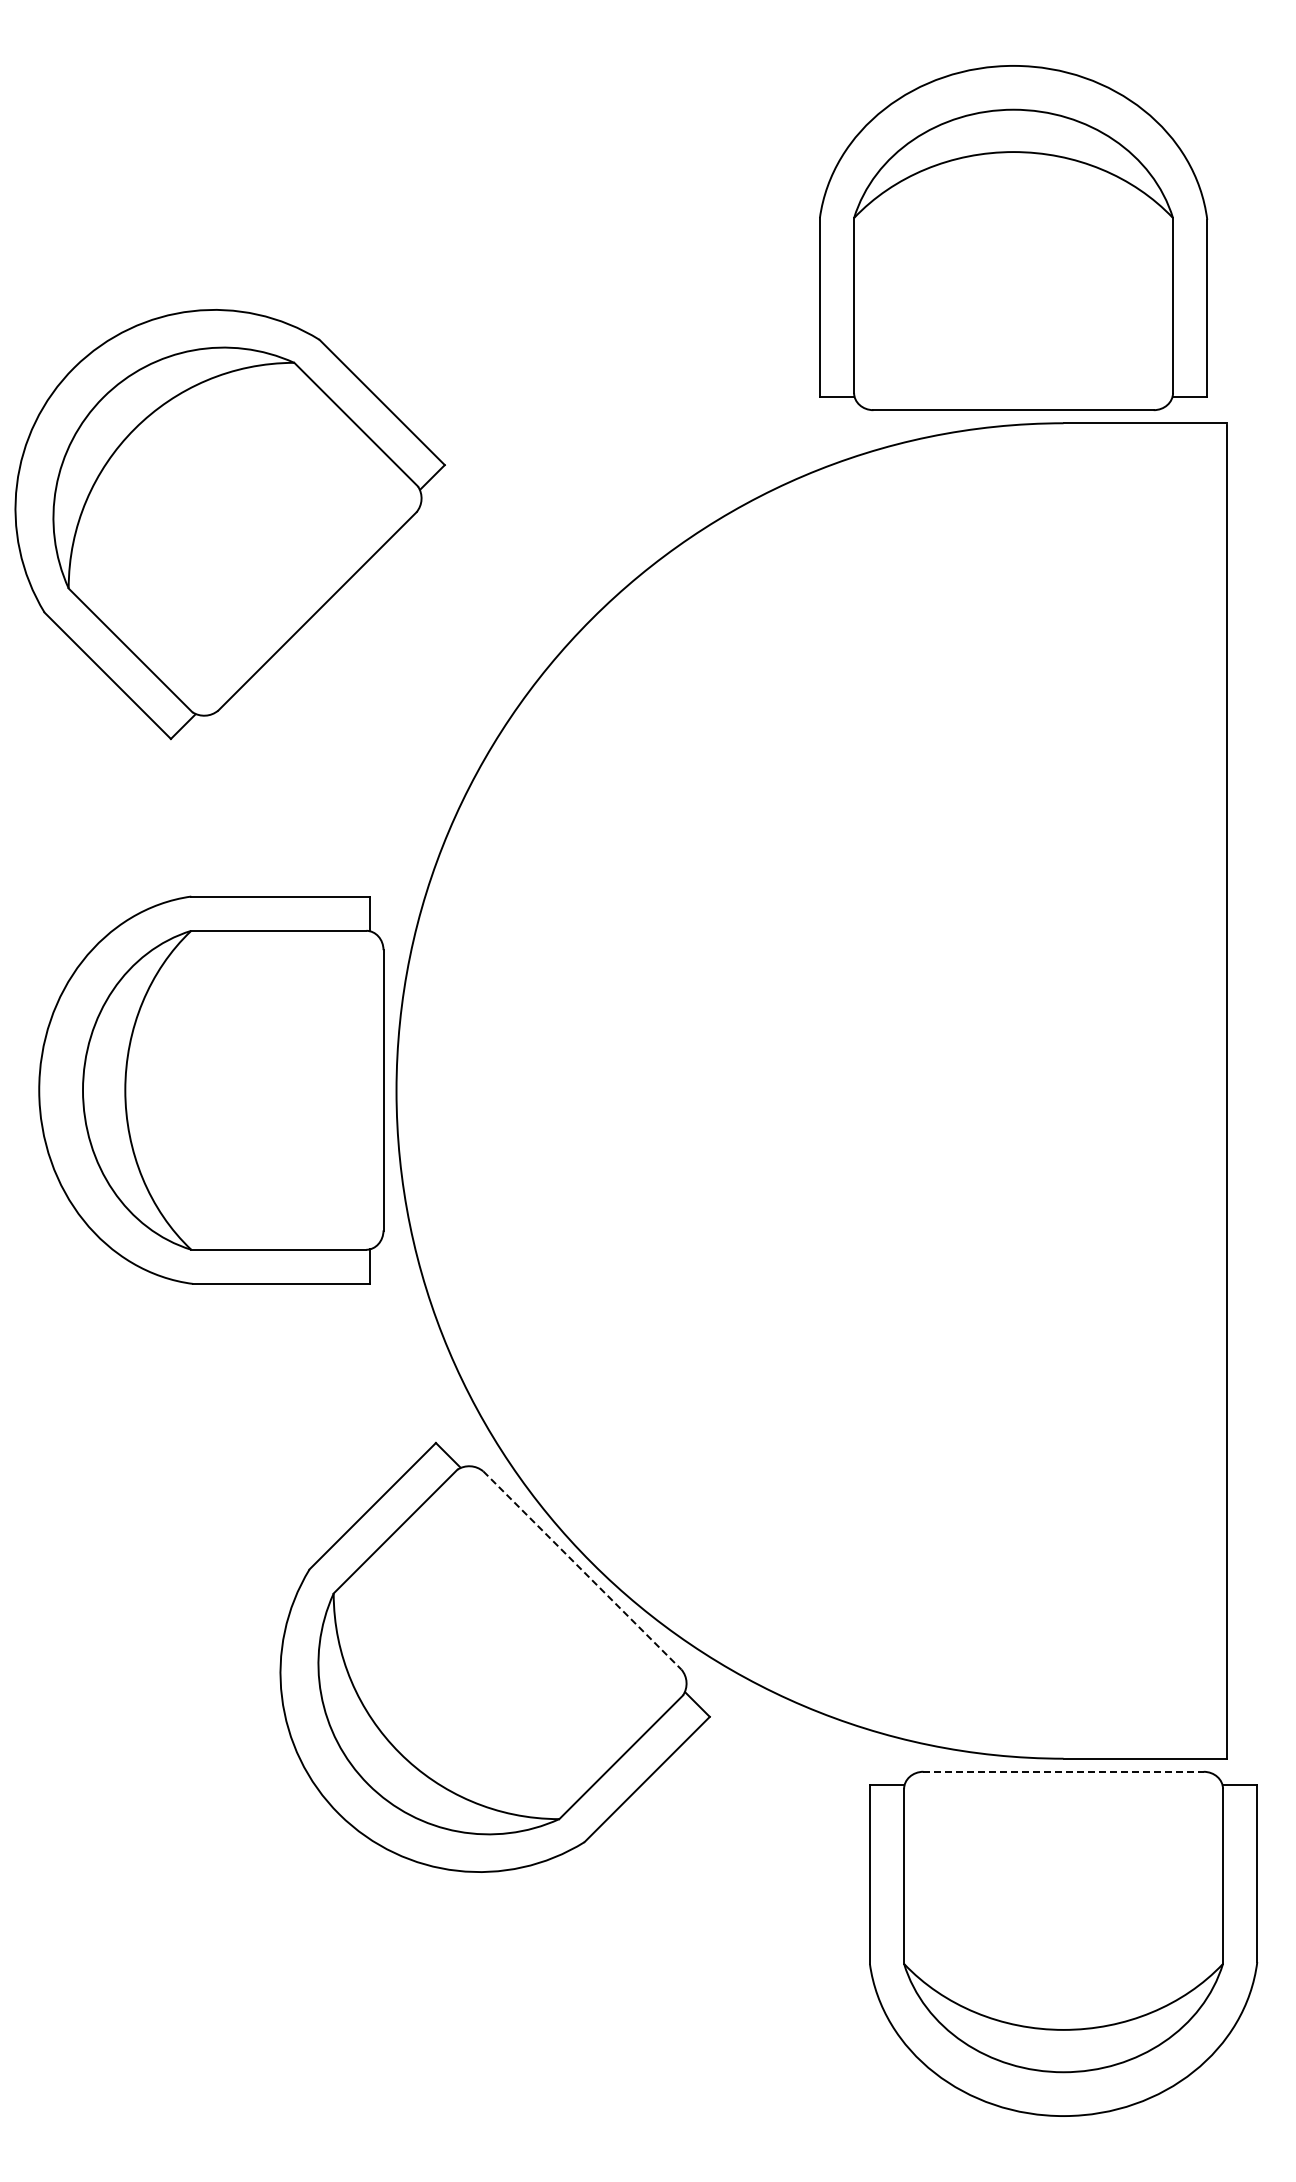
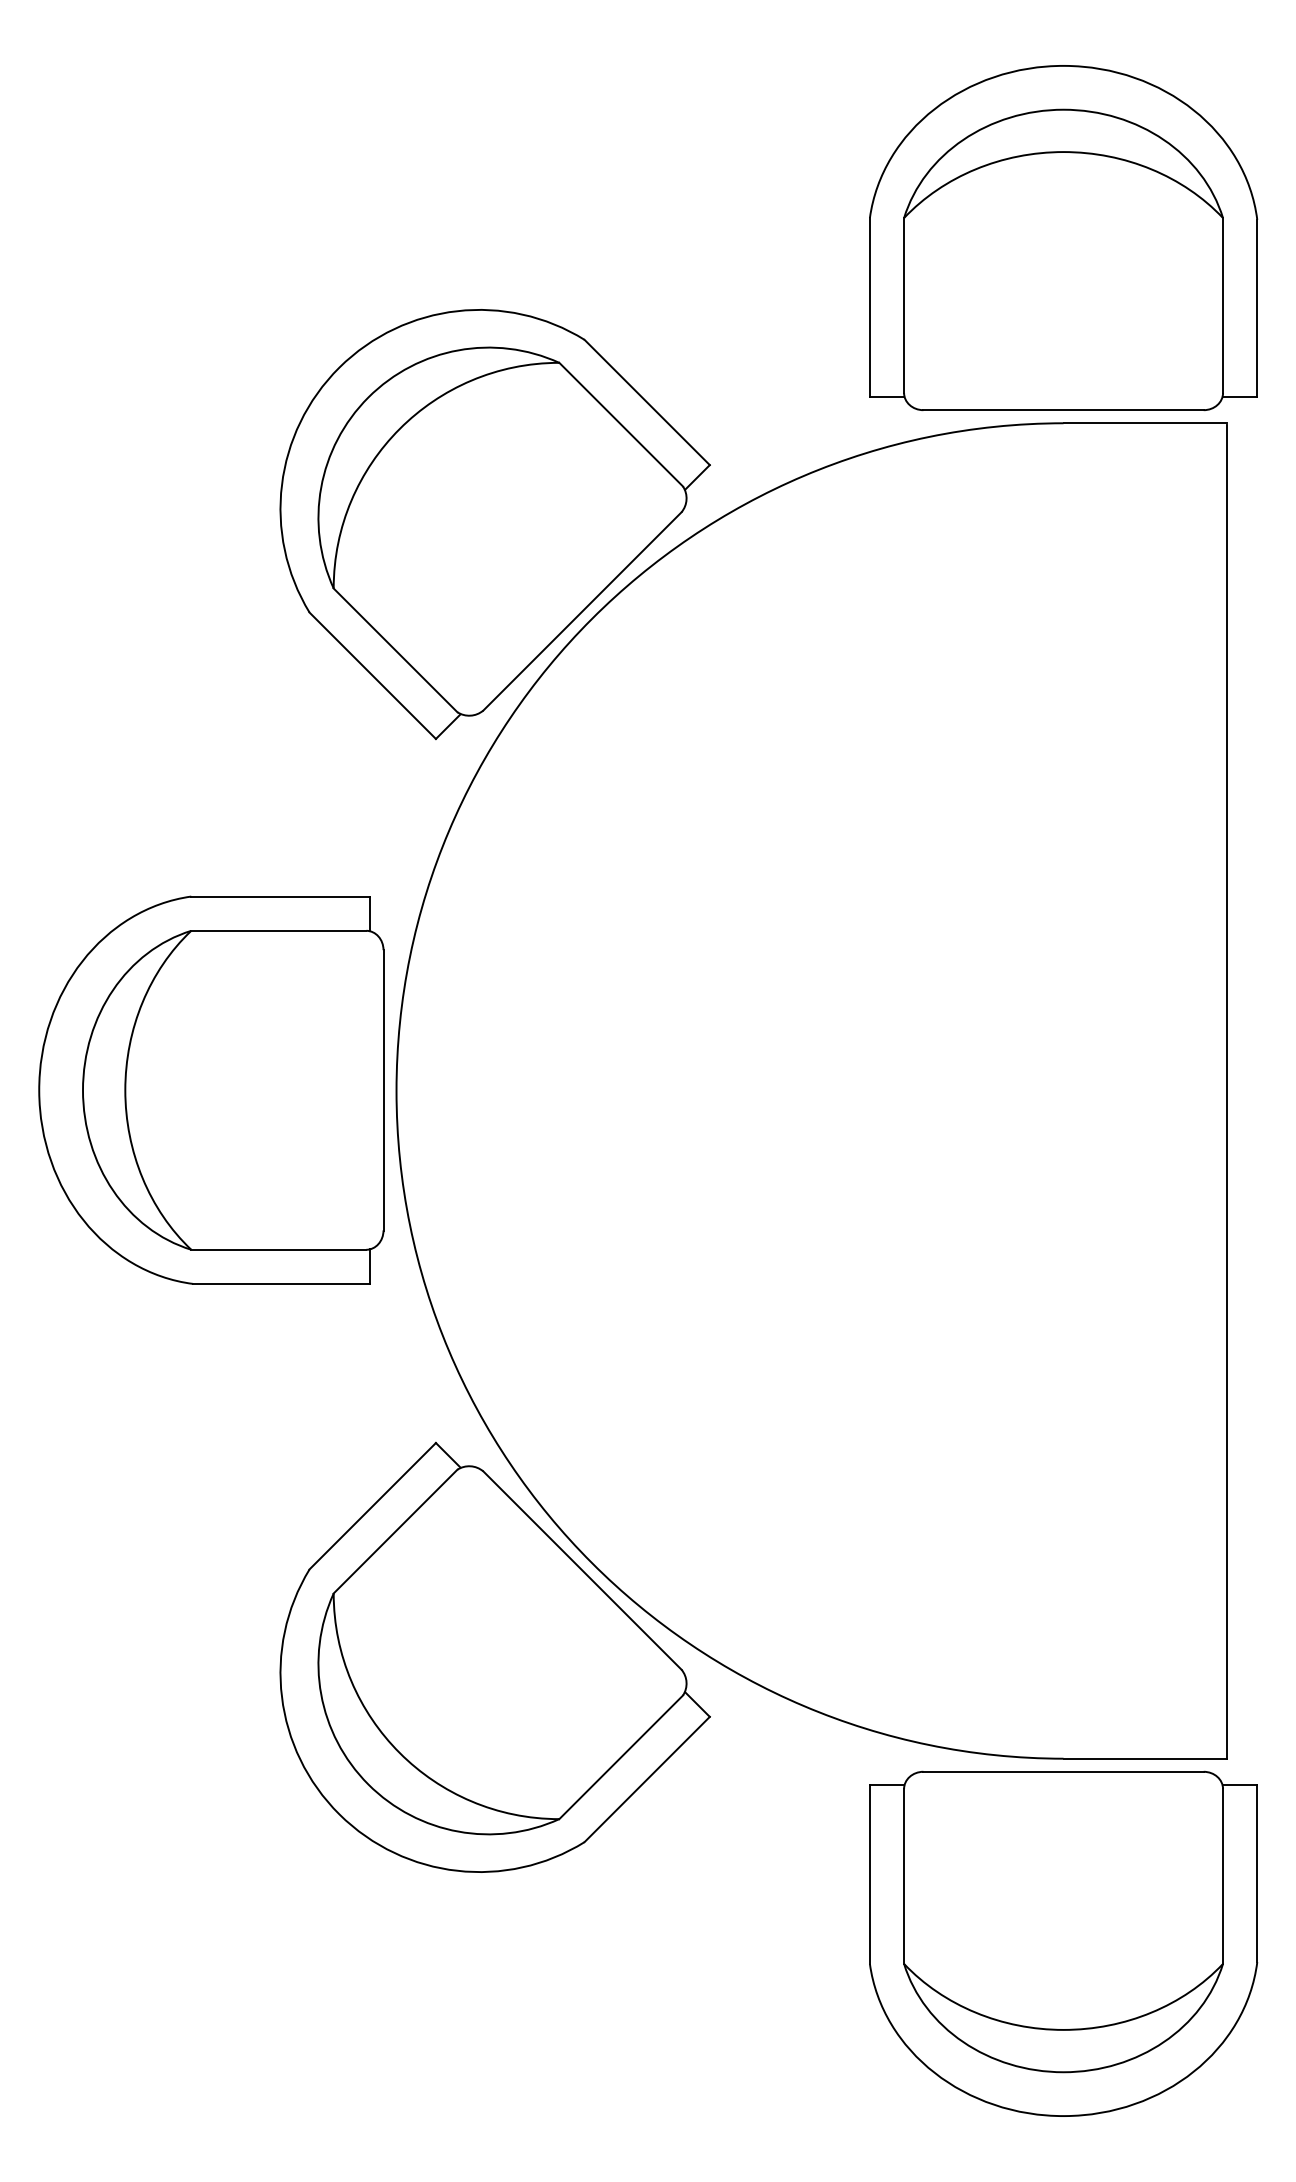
part at (1013, 237) position: (1013, 237) -> (1063, 237)
part at (229, 524) position: (229, 524) -> (494, 524)
line at (582, 1570): dashed -> solid
line at (1064, 1771): dashed -> solid
